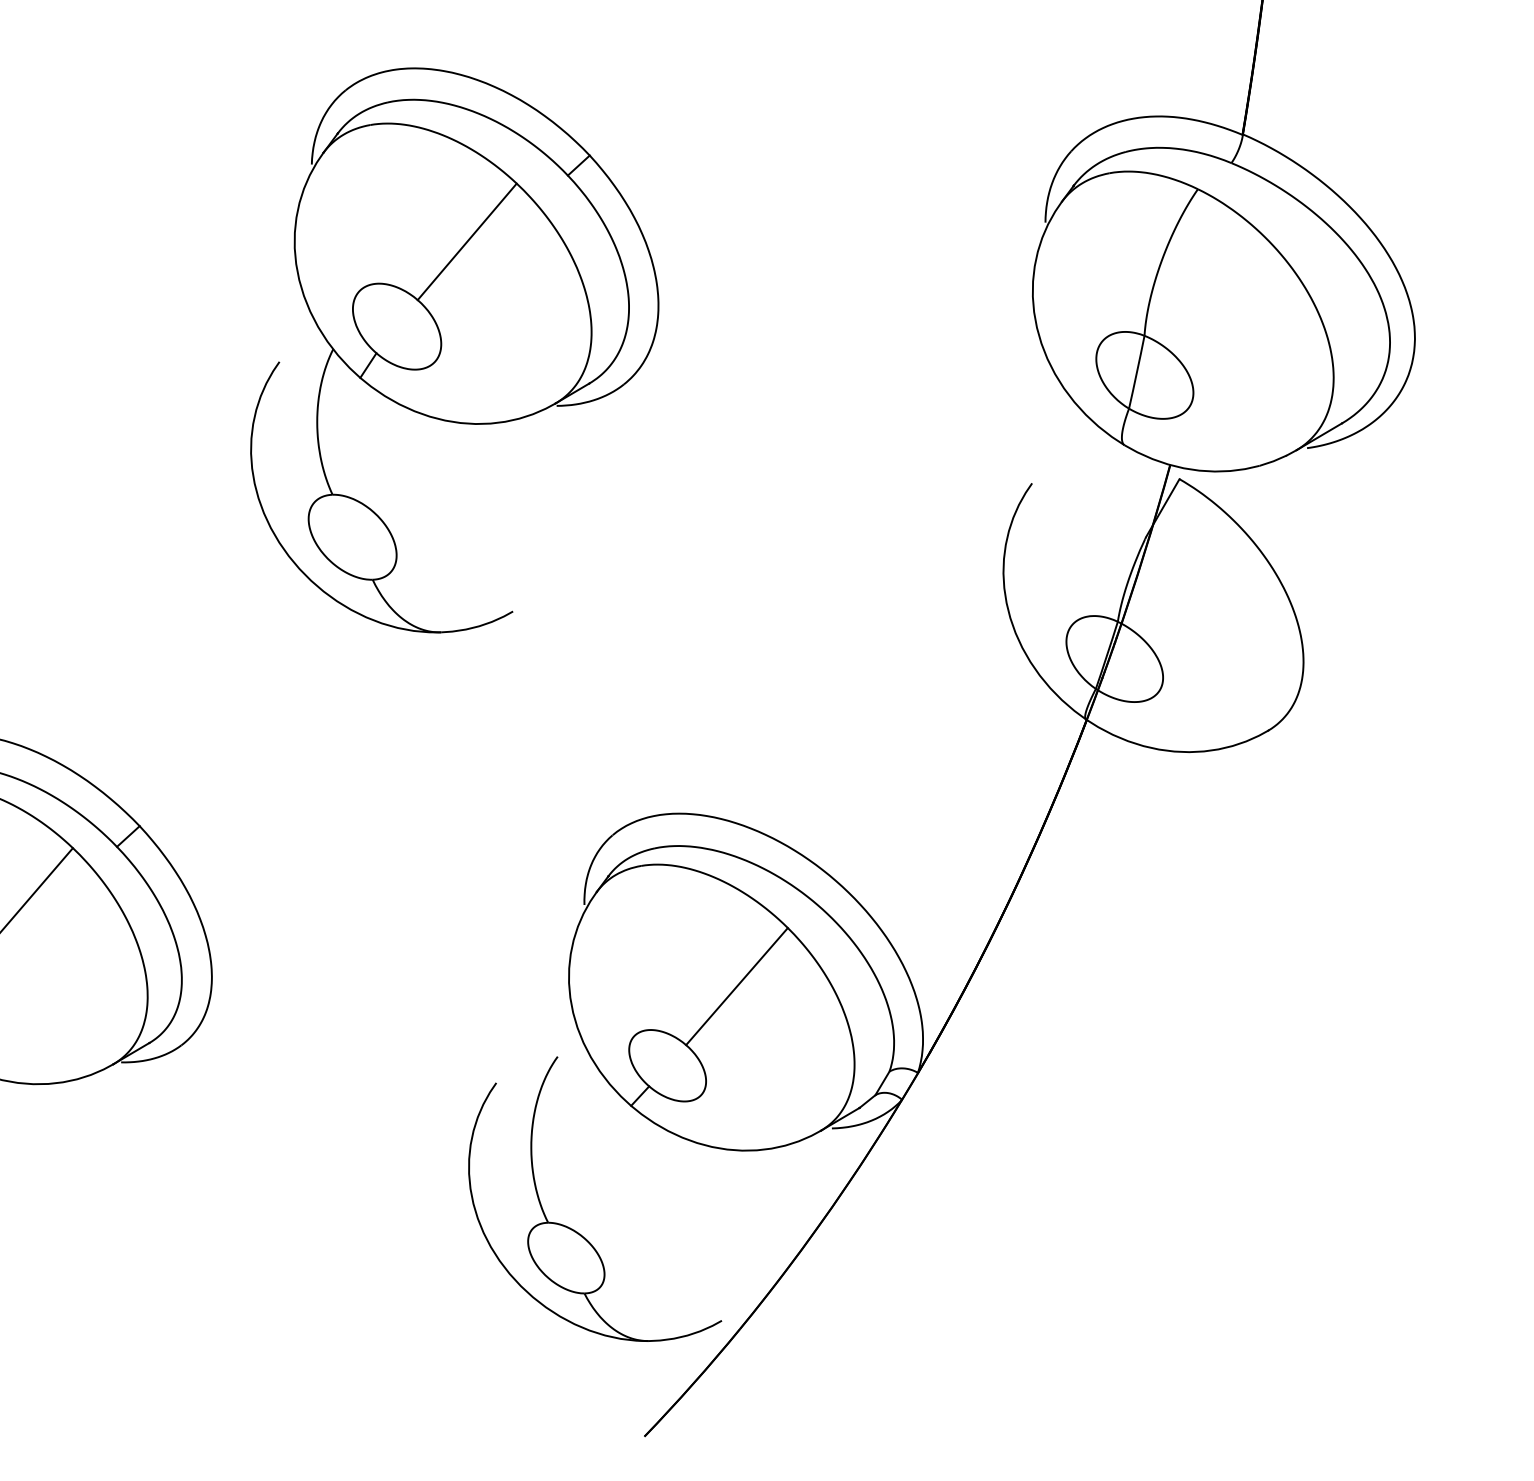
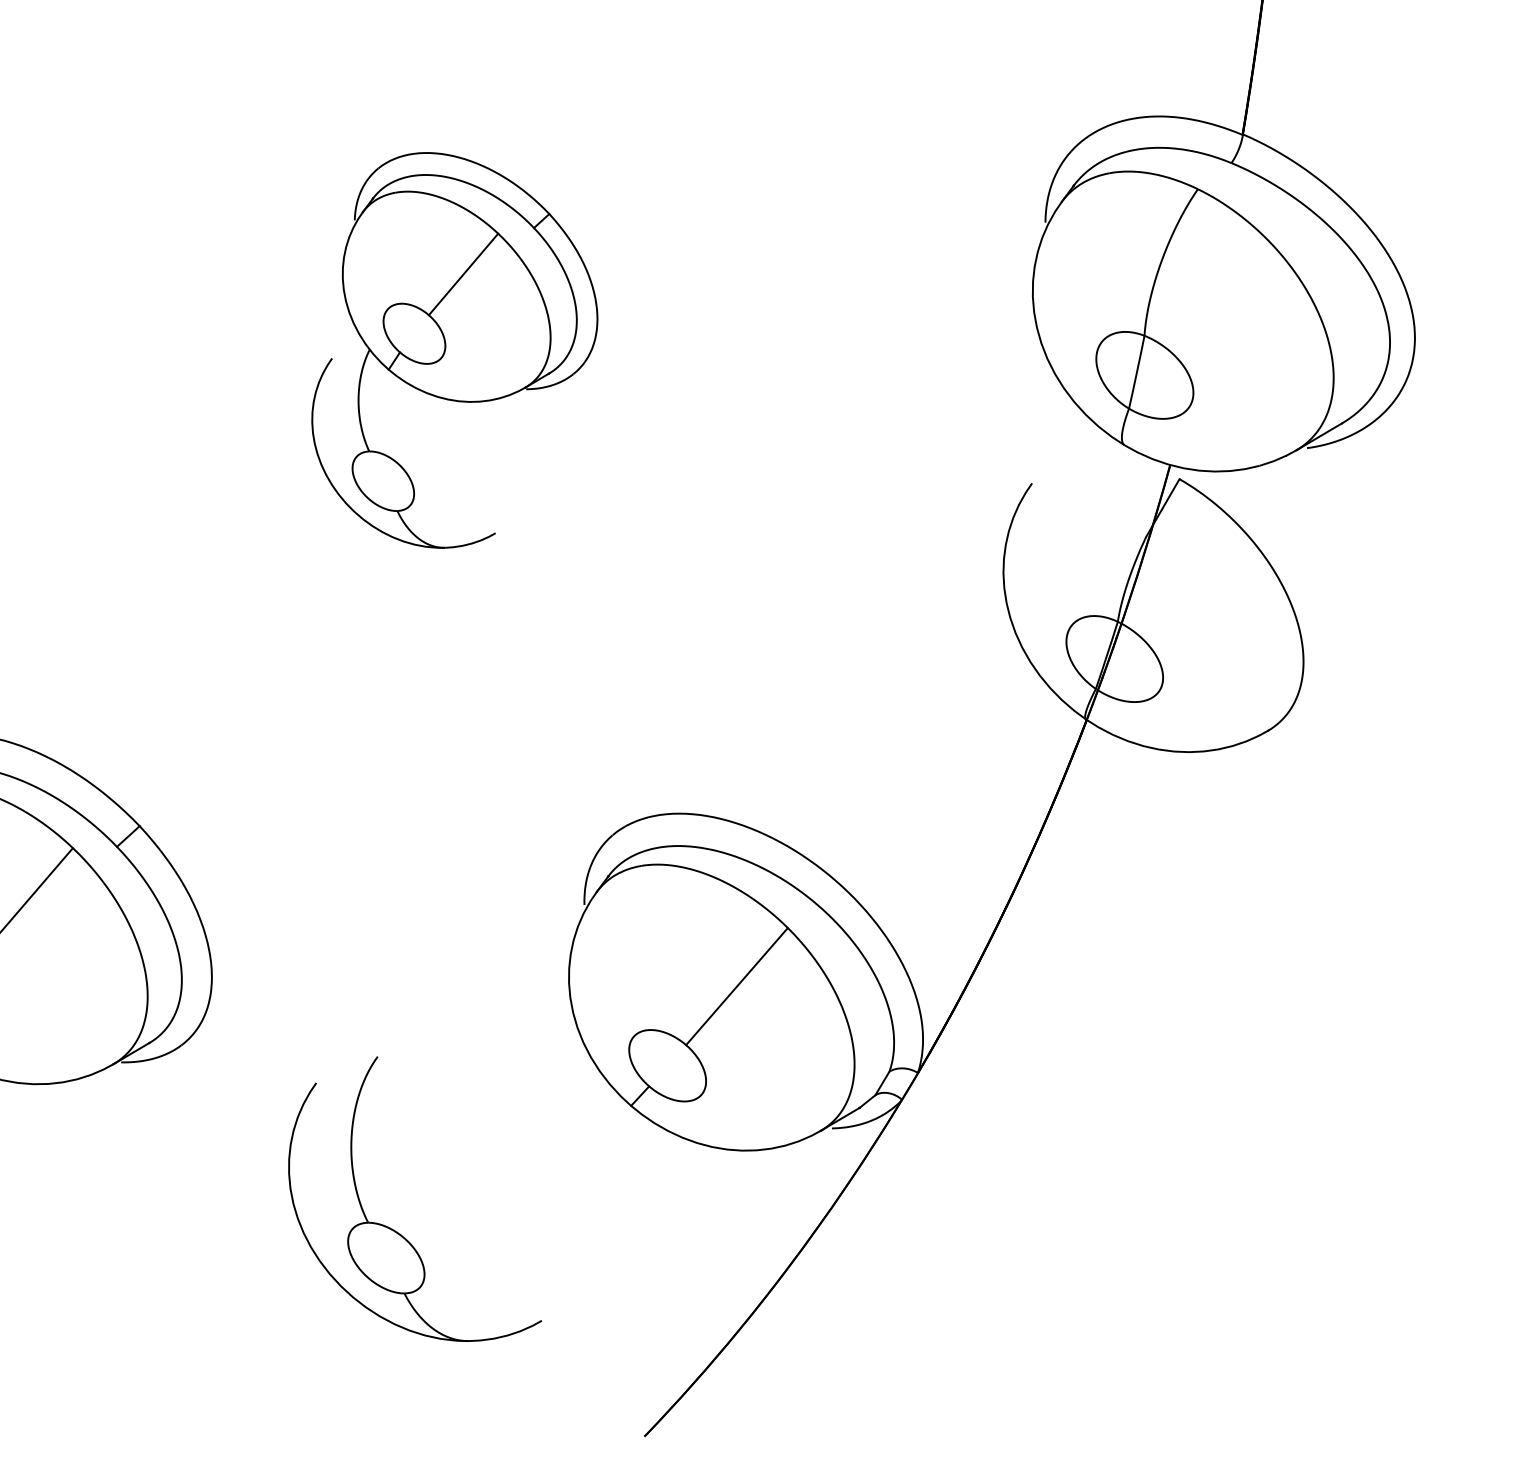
part at (454, 350) size: 410x567 px -> 288x397 px
part at (574, 1229) position: (574, 1229) -> (394, 1229)
